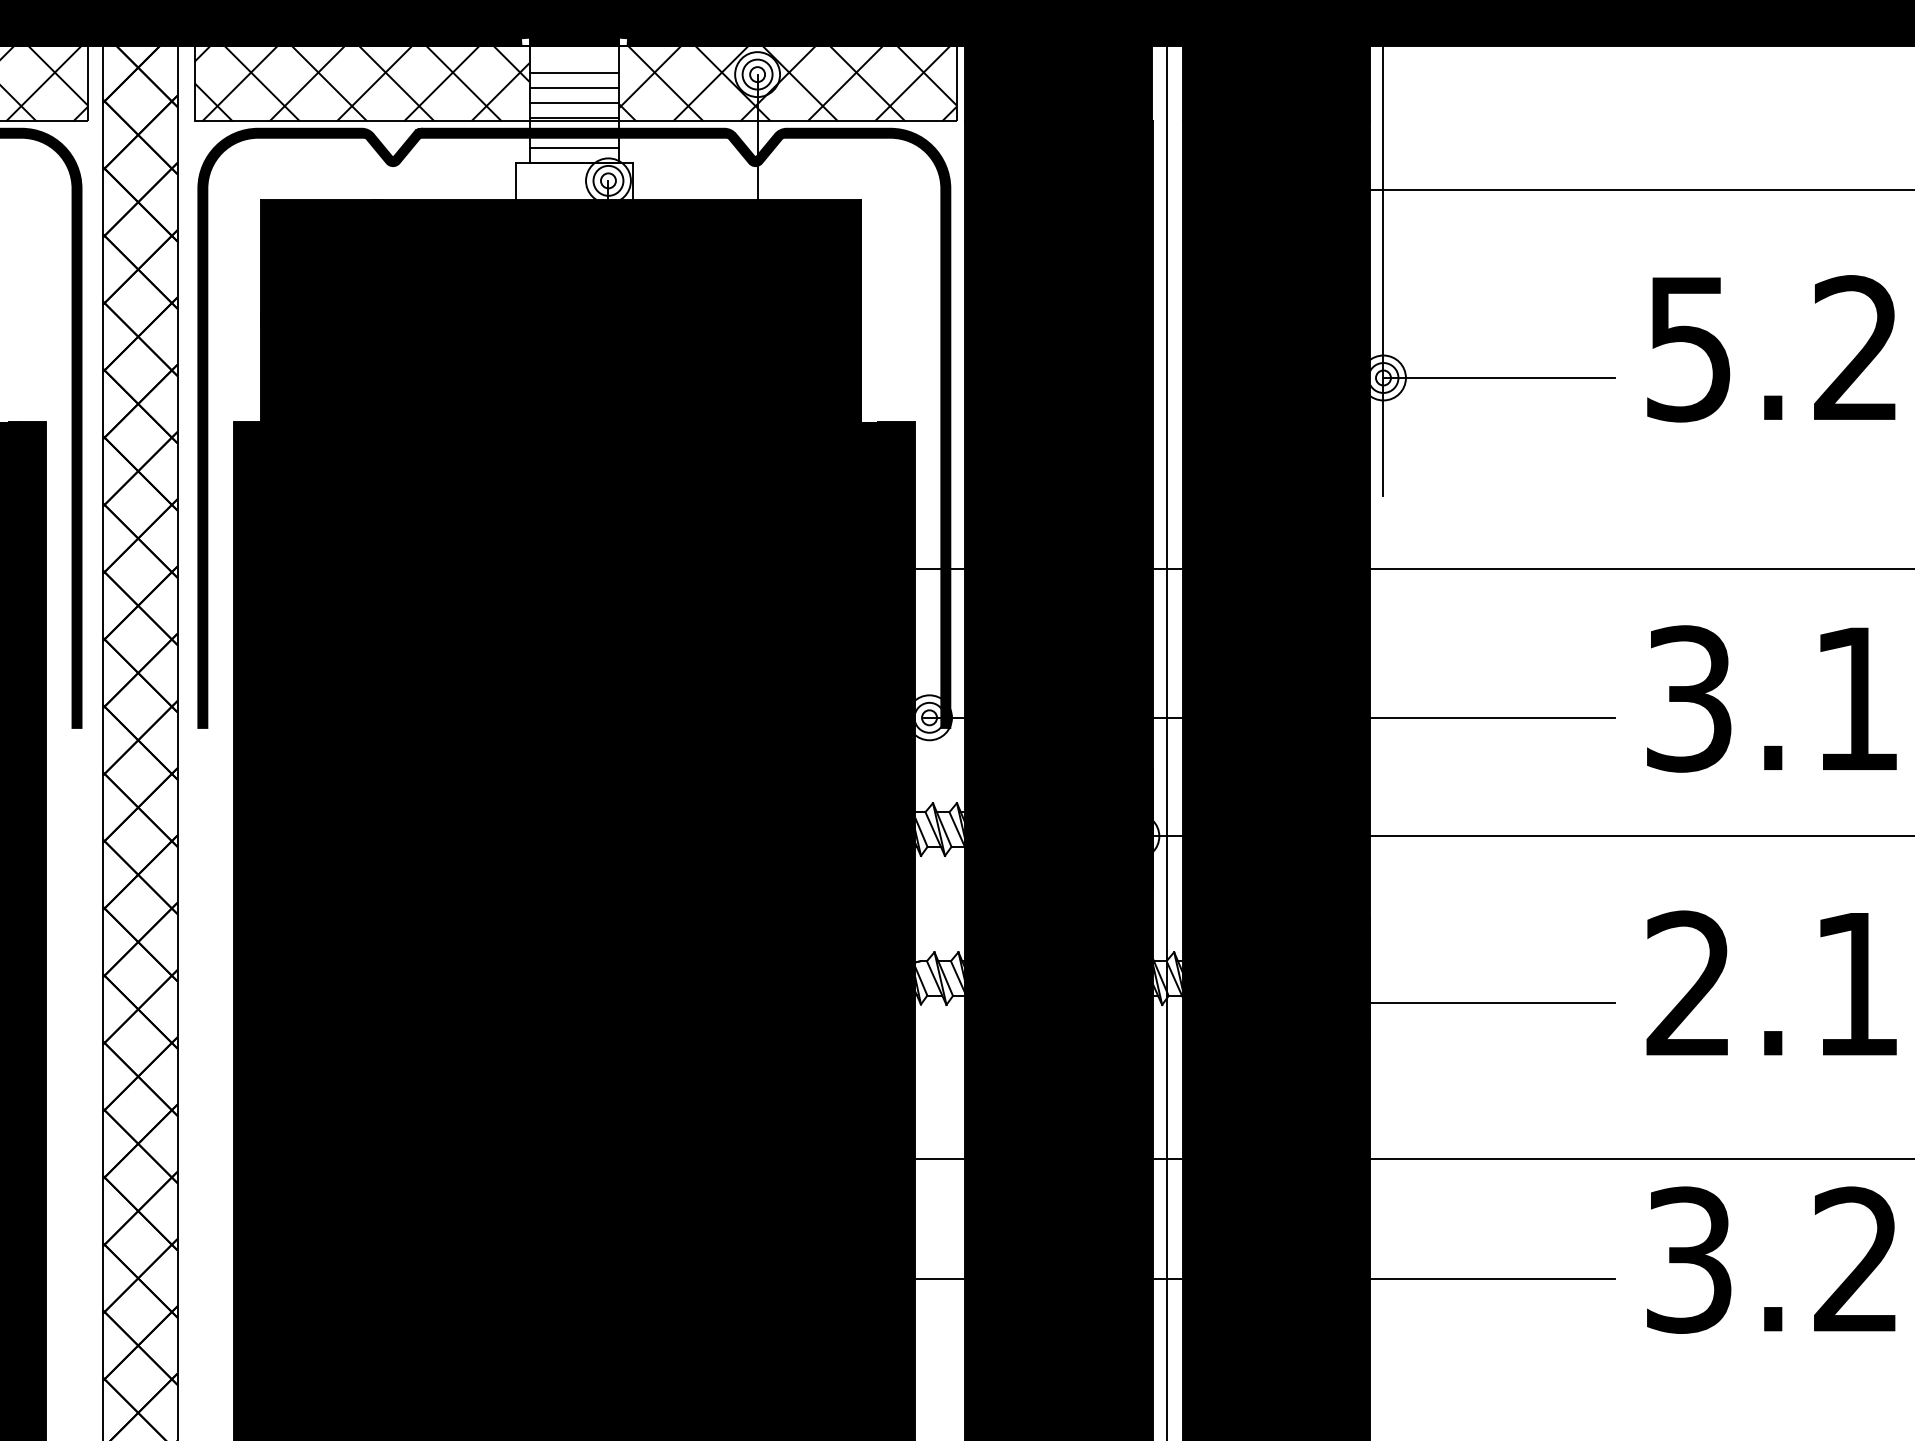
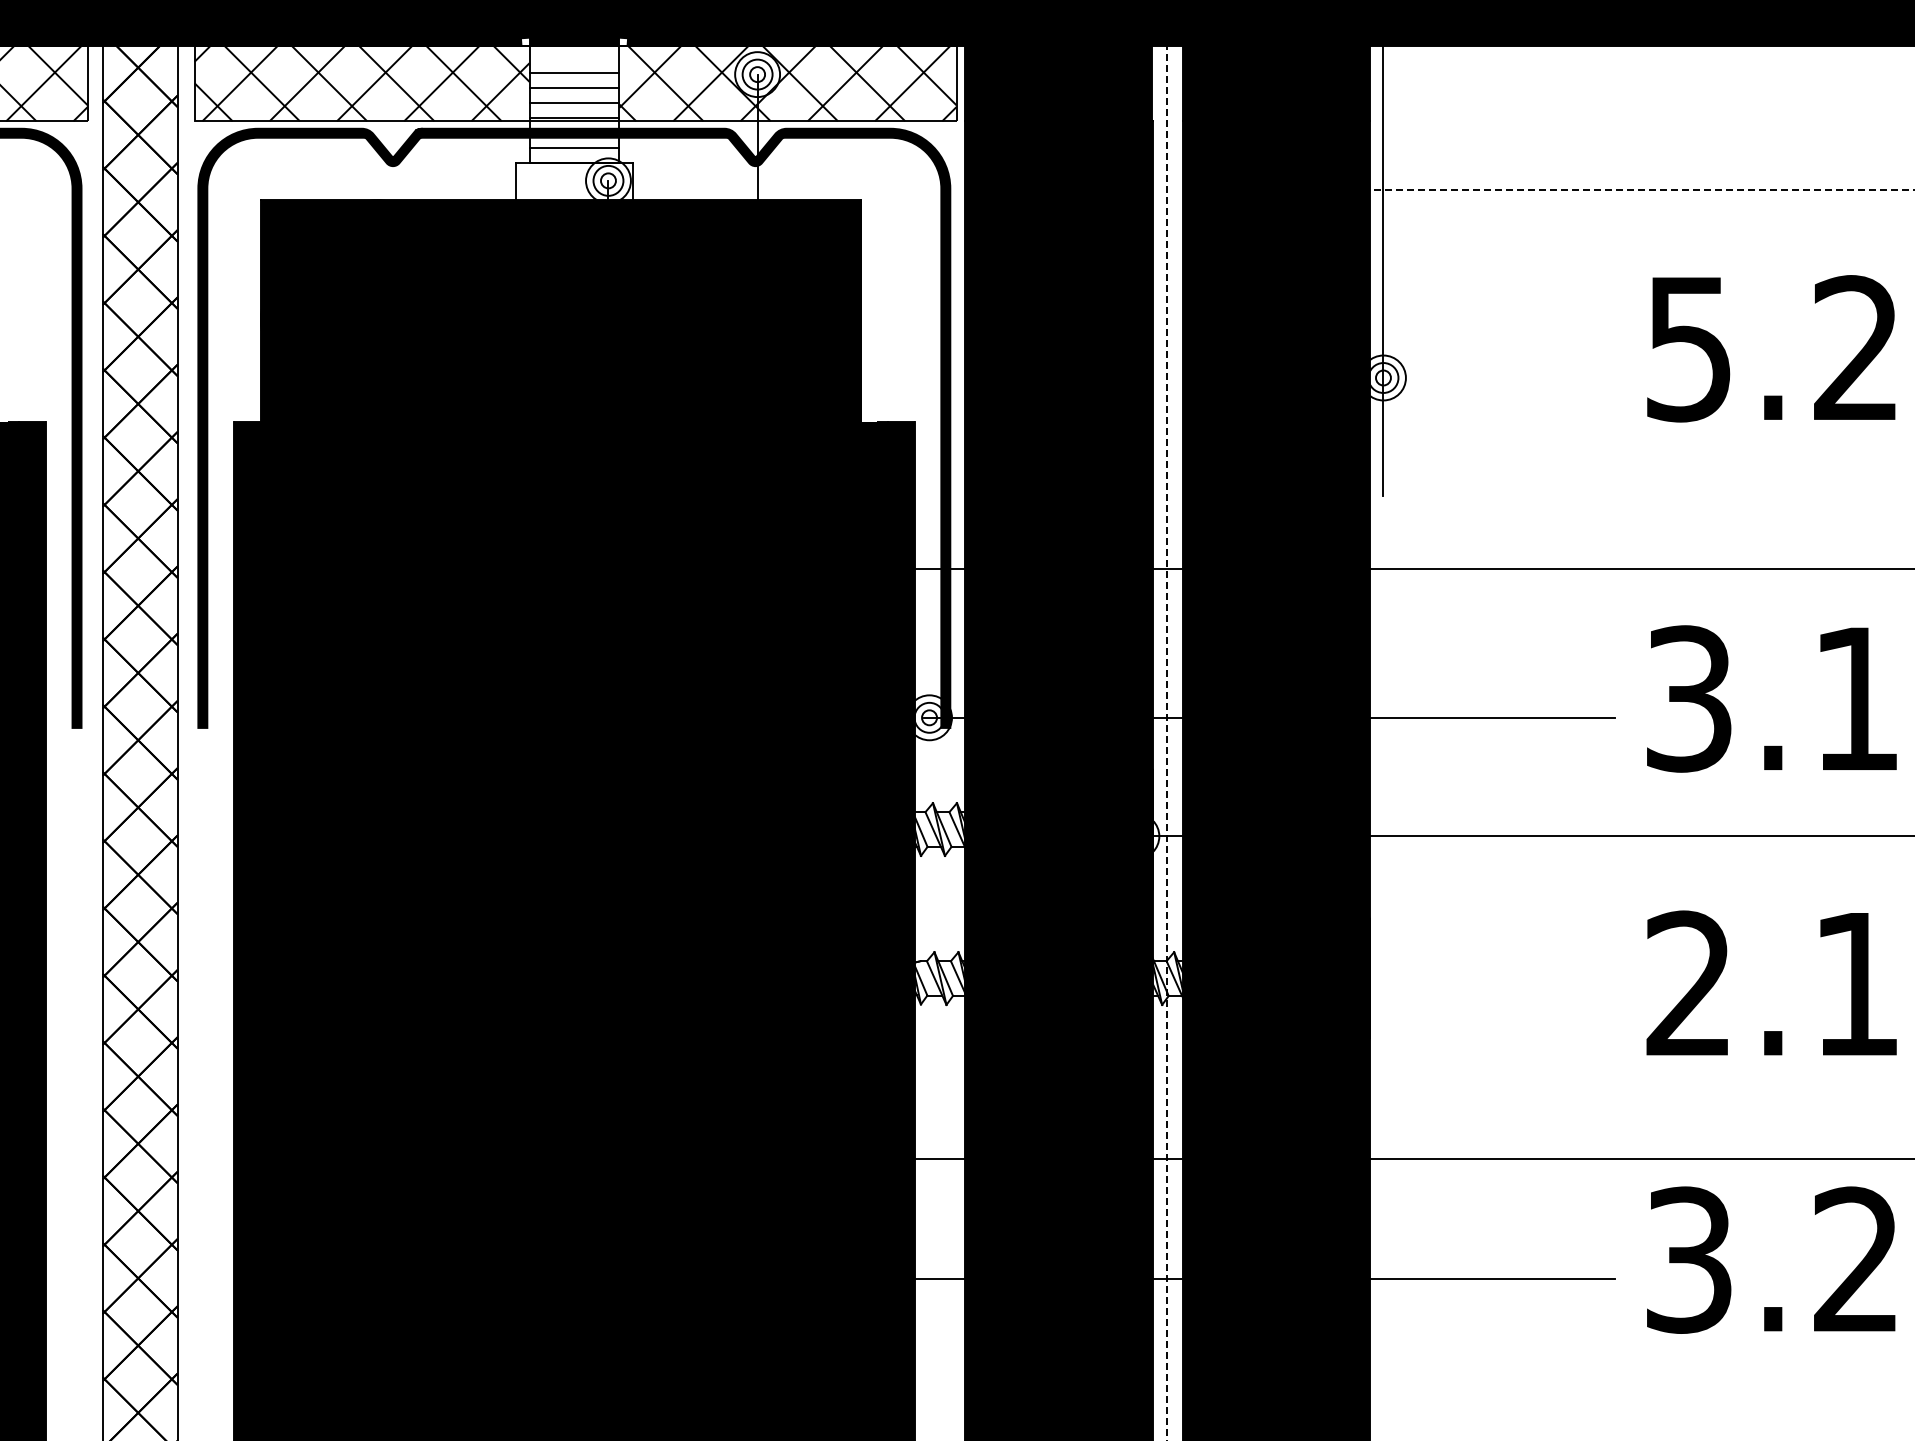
line at (1638, 190): solid -> dashed
line at (1498, 378): present -> none
line at (1167, 743): solid -> dashed
line at (1467, 1003): present -> none
